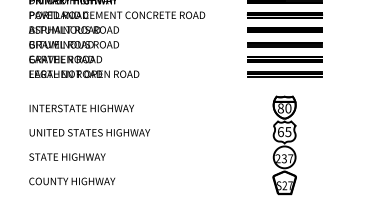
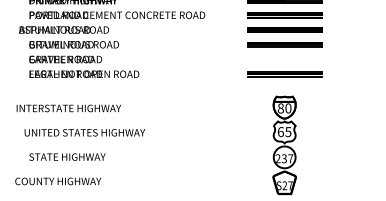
text at (73, 29) position: (73, 29) -> (63, 29)
part at (284, 59): present -> none
text at (81, 108) position: (81, 108) -> (68, 108)
text at (89, 132) position: (89, 132) -> (84, 132)
text at (72, 181) position: (72, 181) -> (58, 181)
